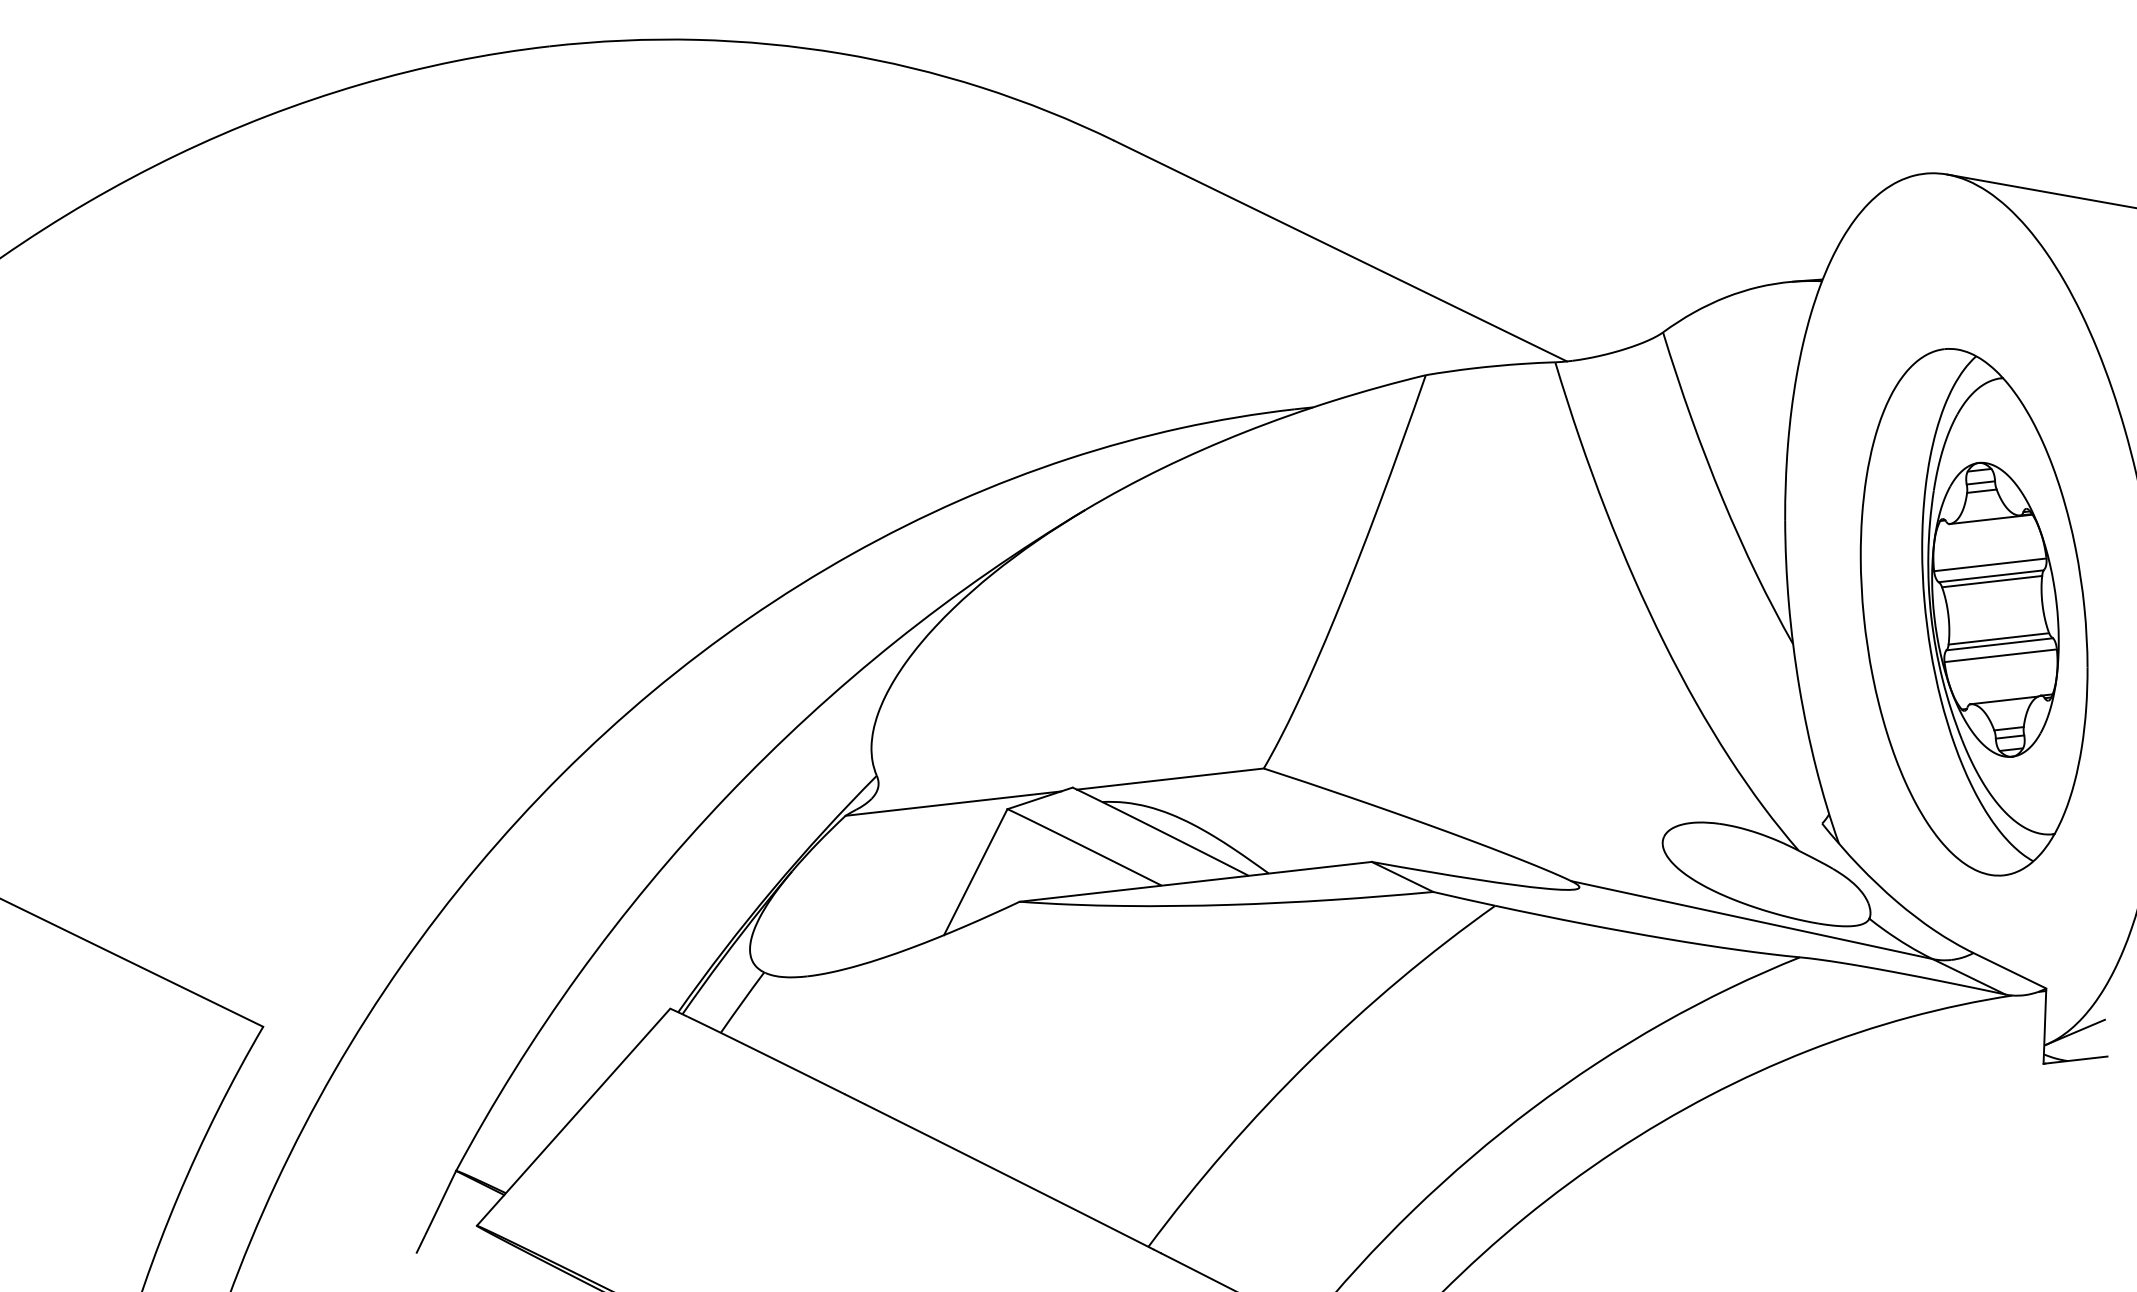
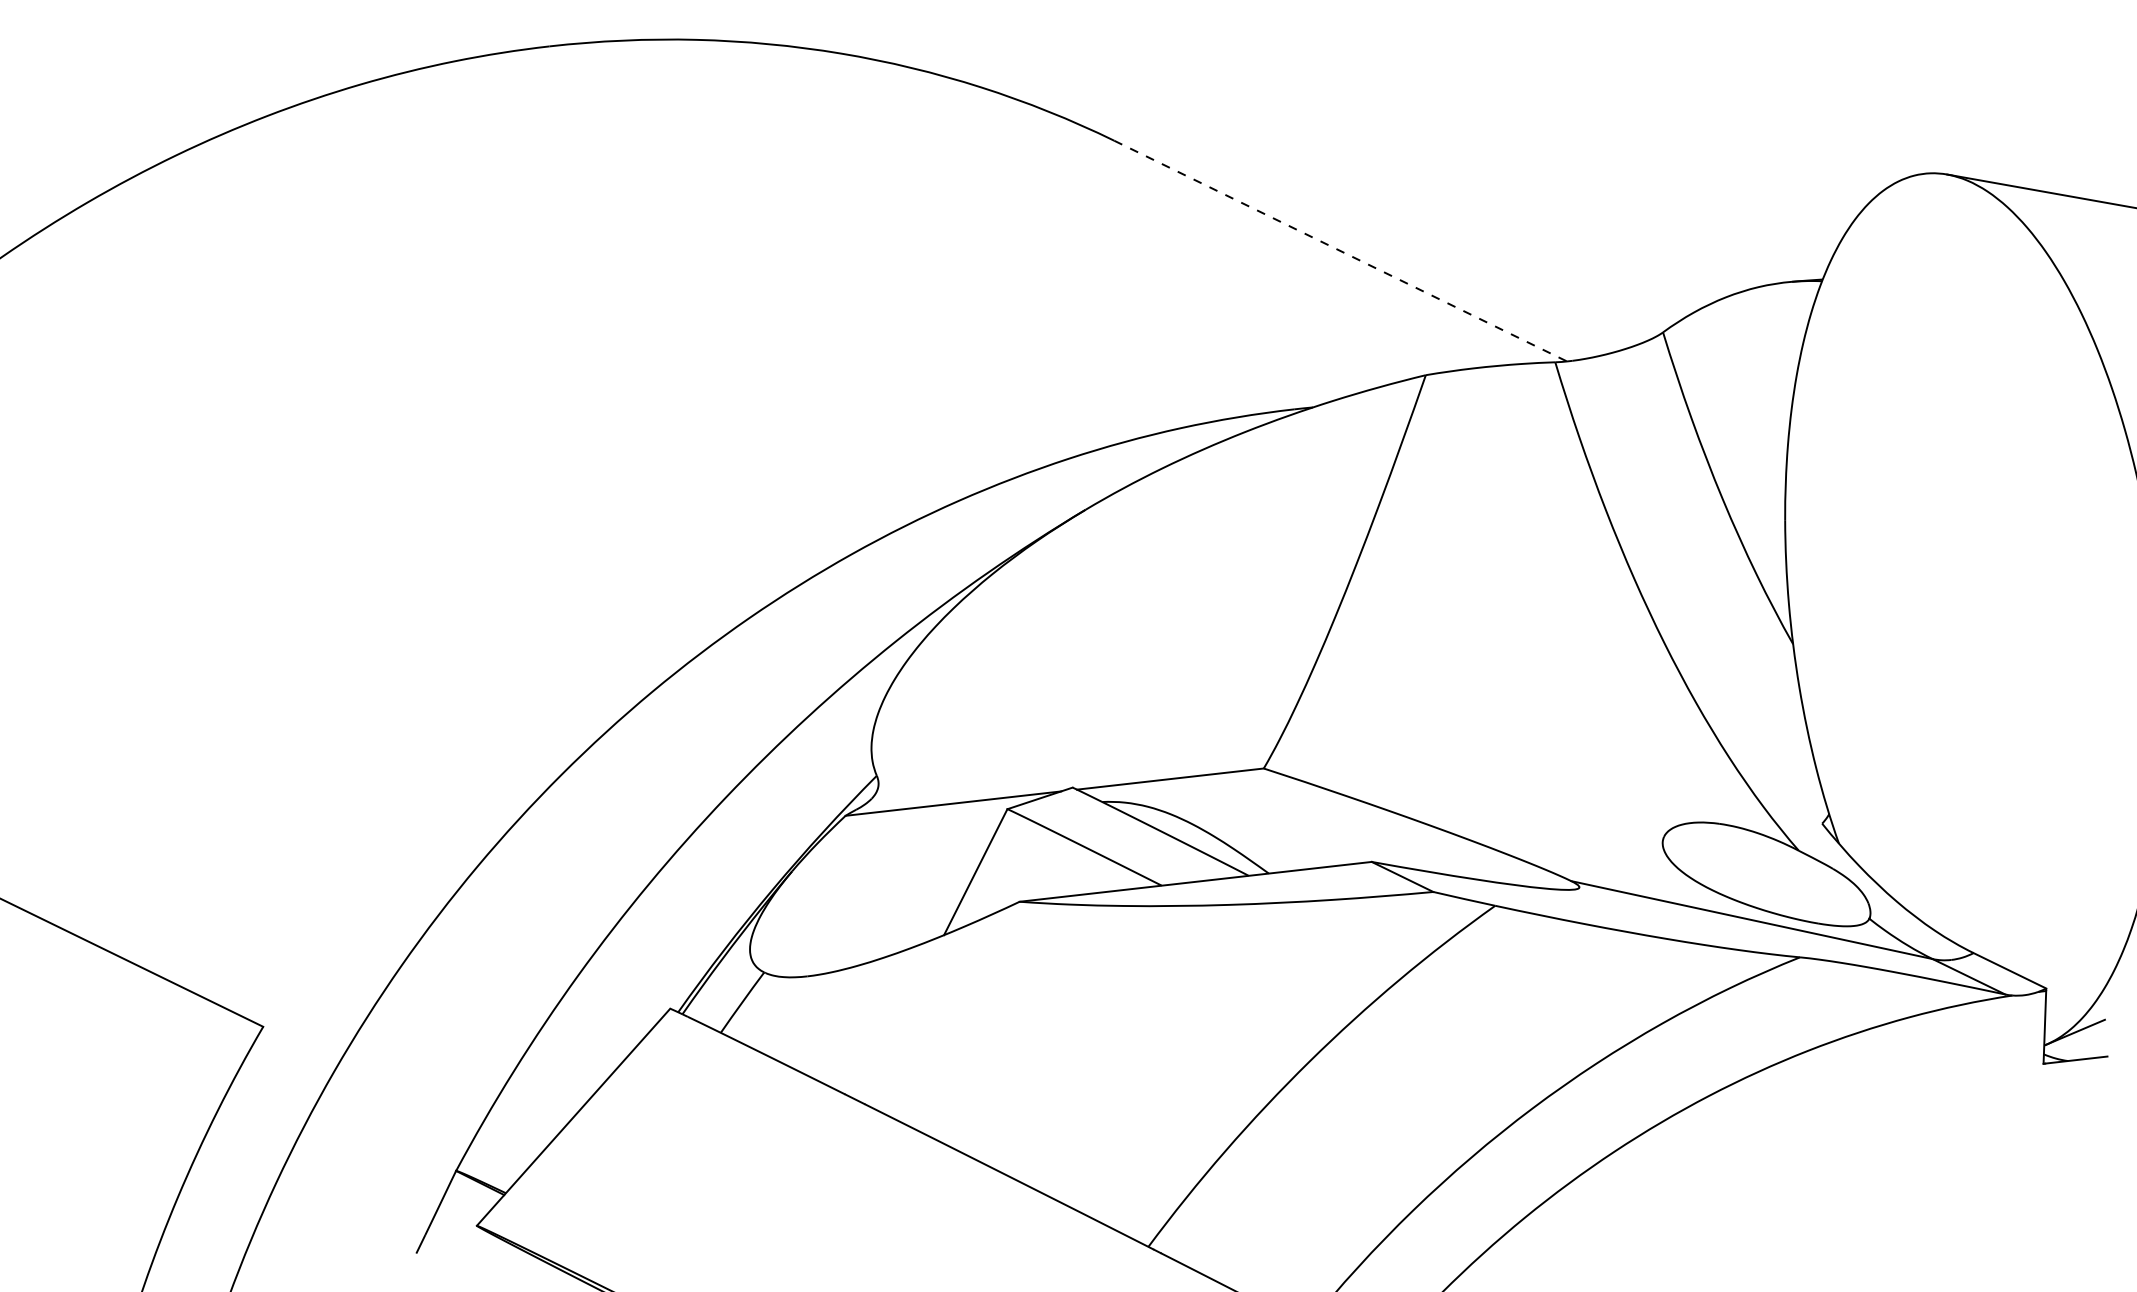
line at (1340, 251): solid -> dashed
part at (1973, 612): present -> none
